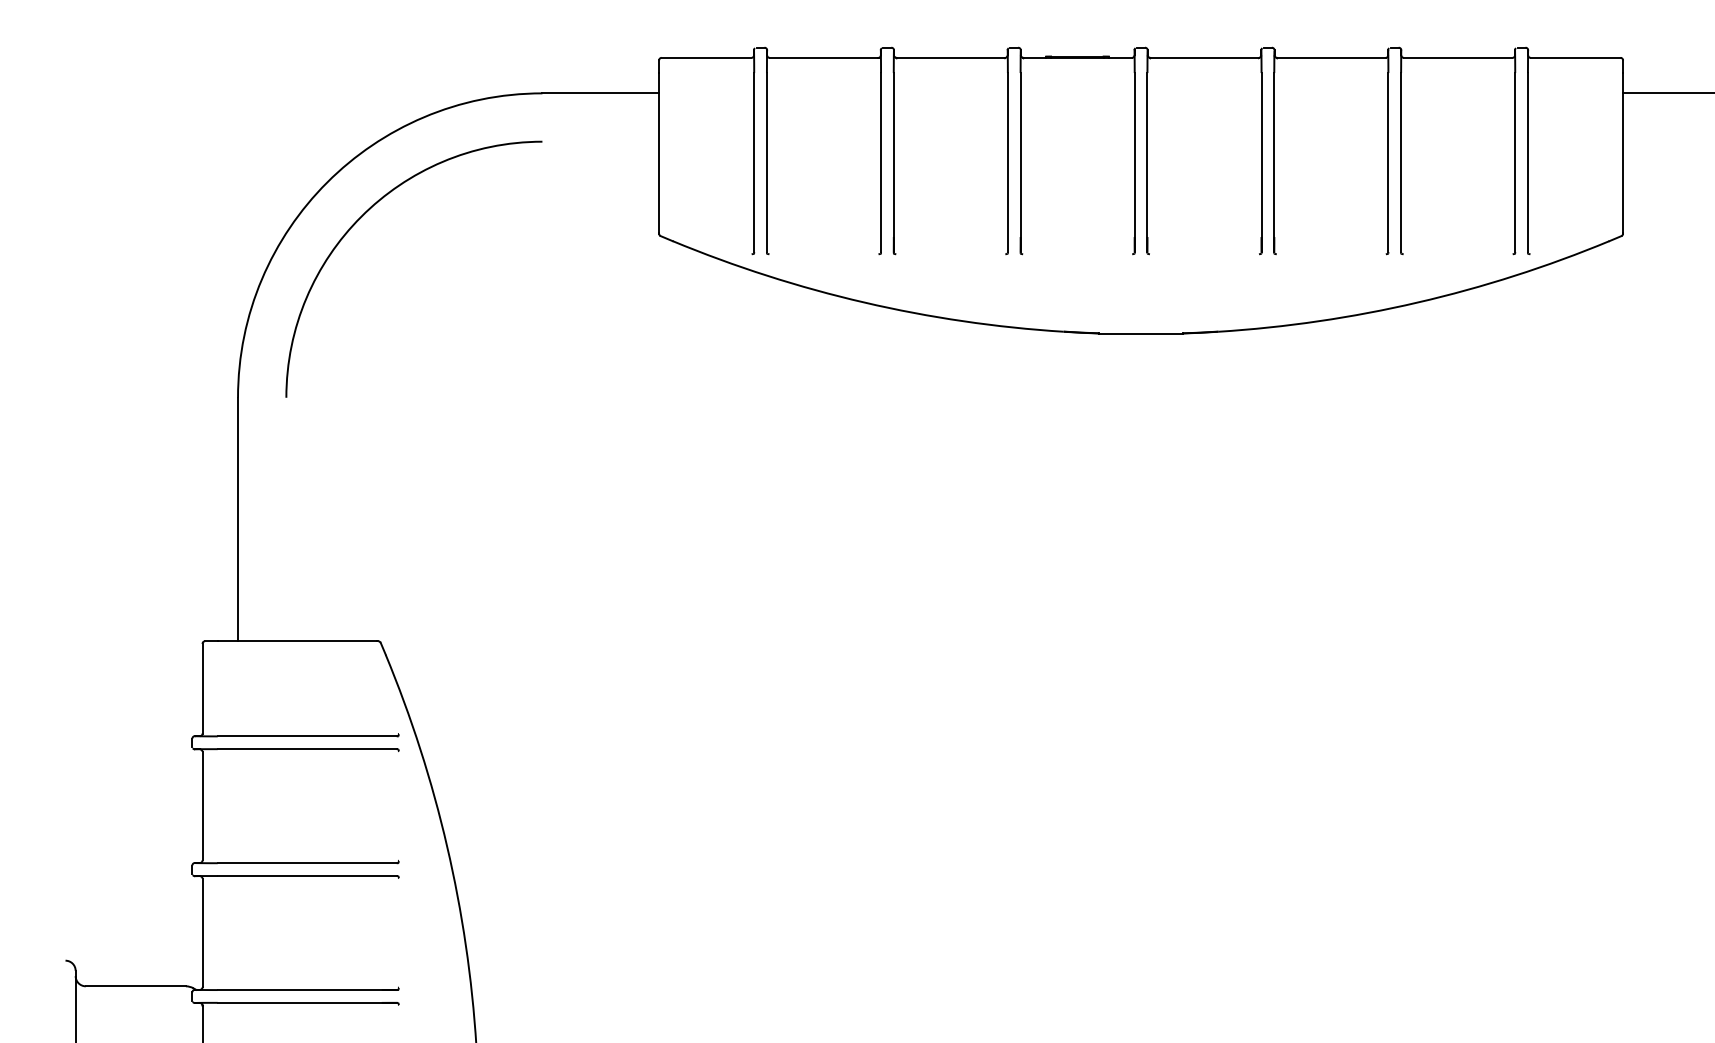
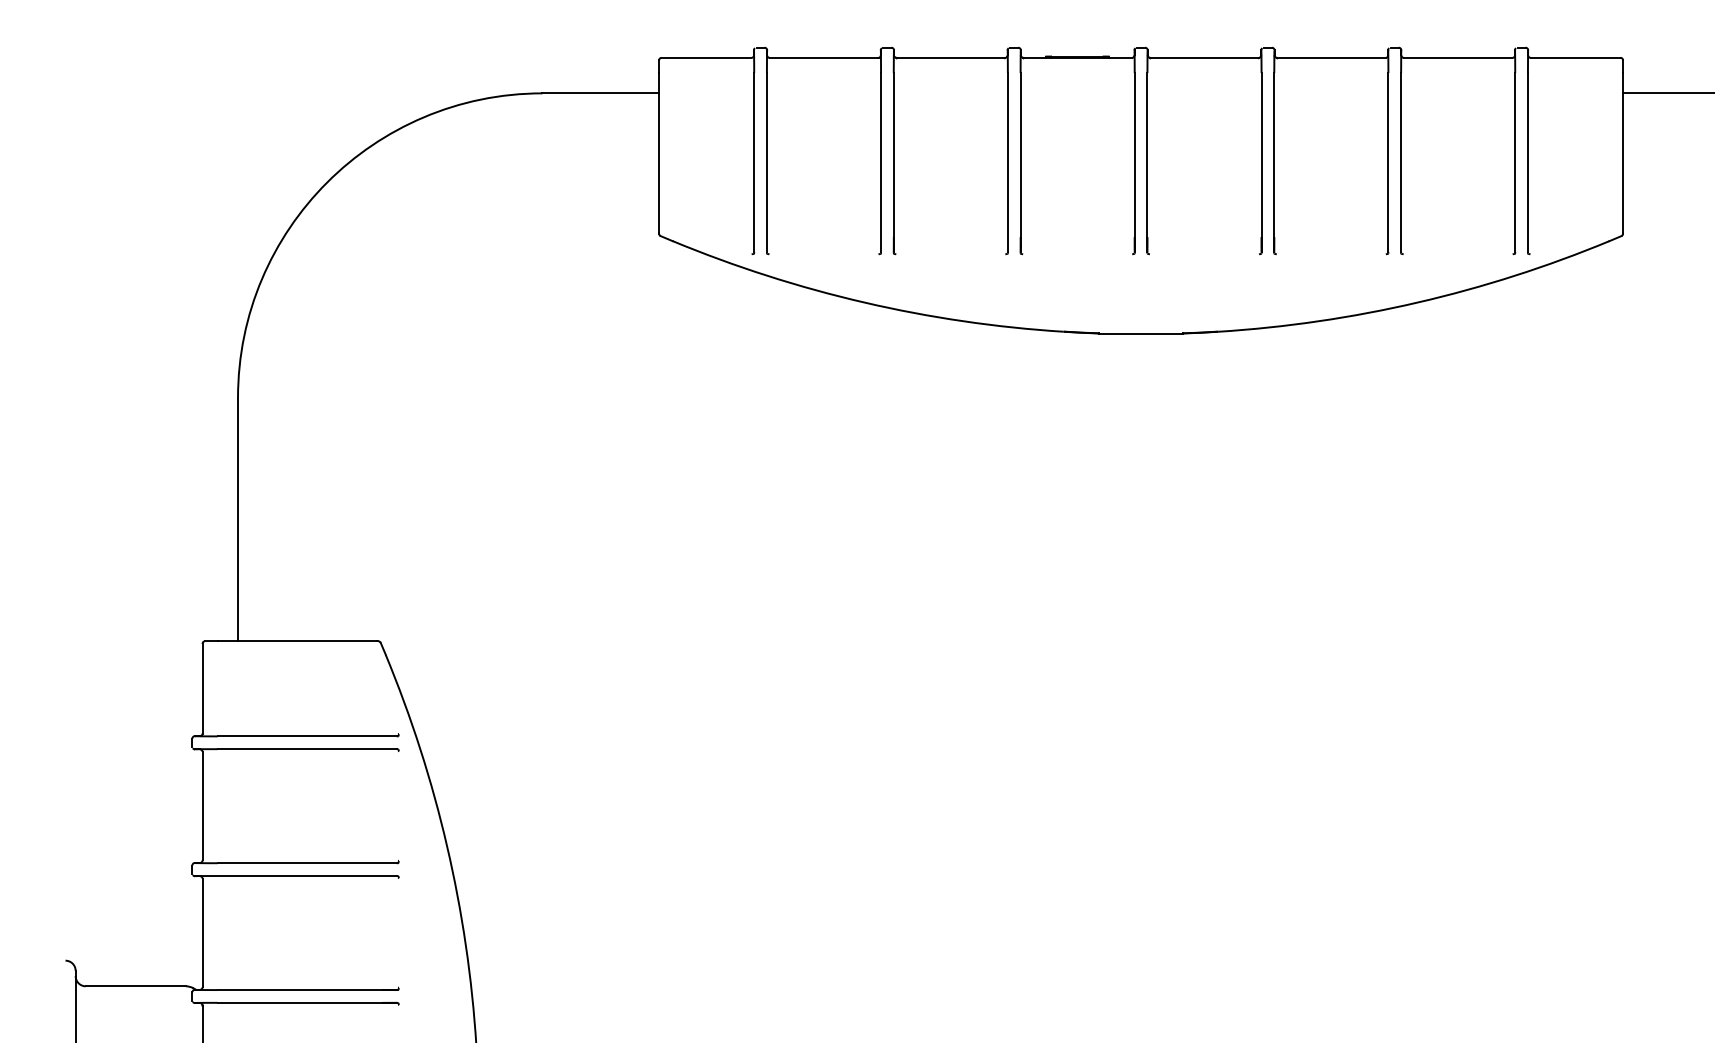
arc at (362, 217): present -> none
